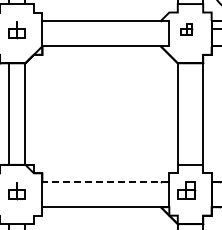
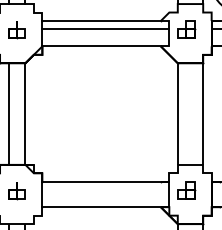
line at (105, 29): none -> present
part at (186, 29) size: 14x13 px -> 20x19 px
line at (105, 181): dashed -> solid
